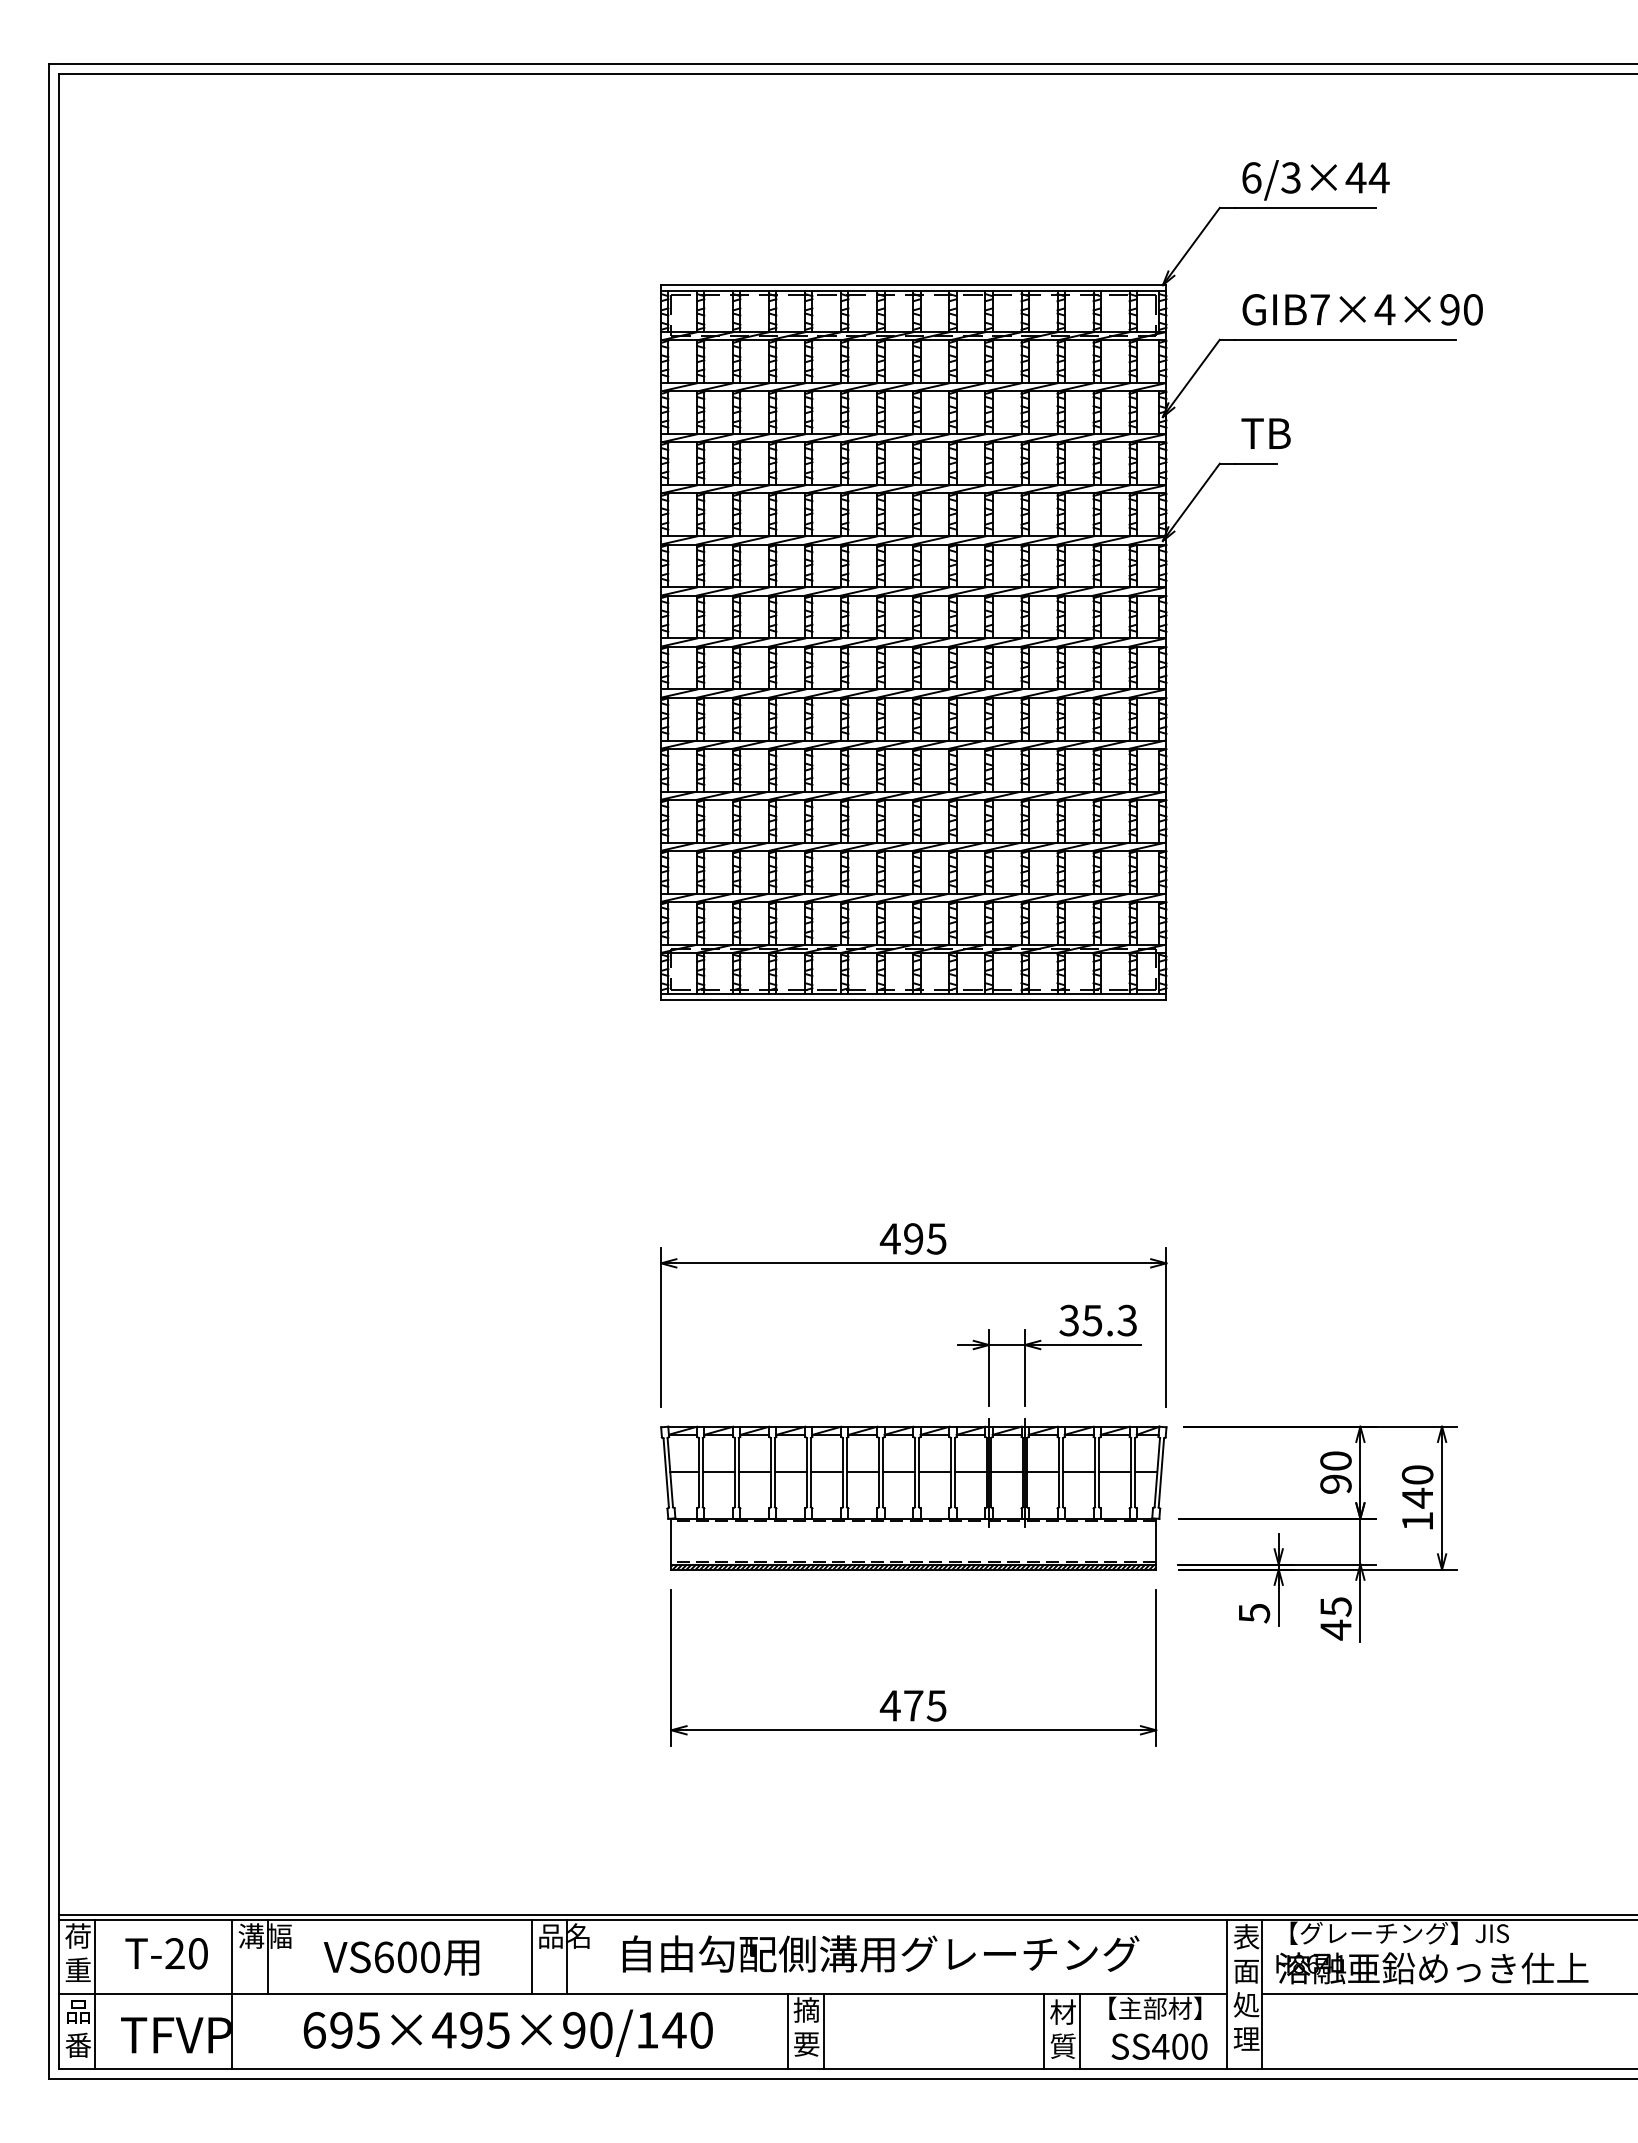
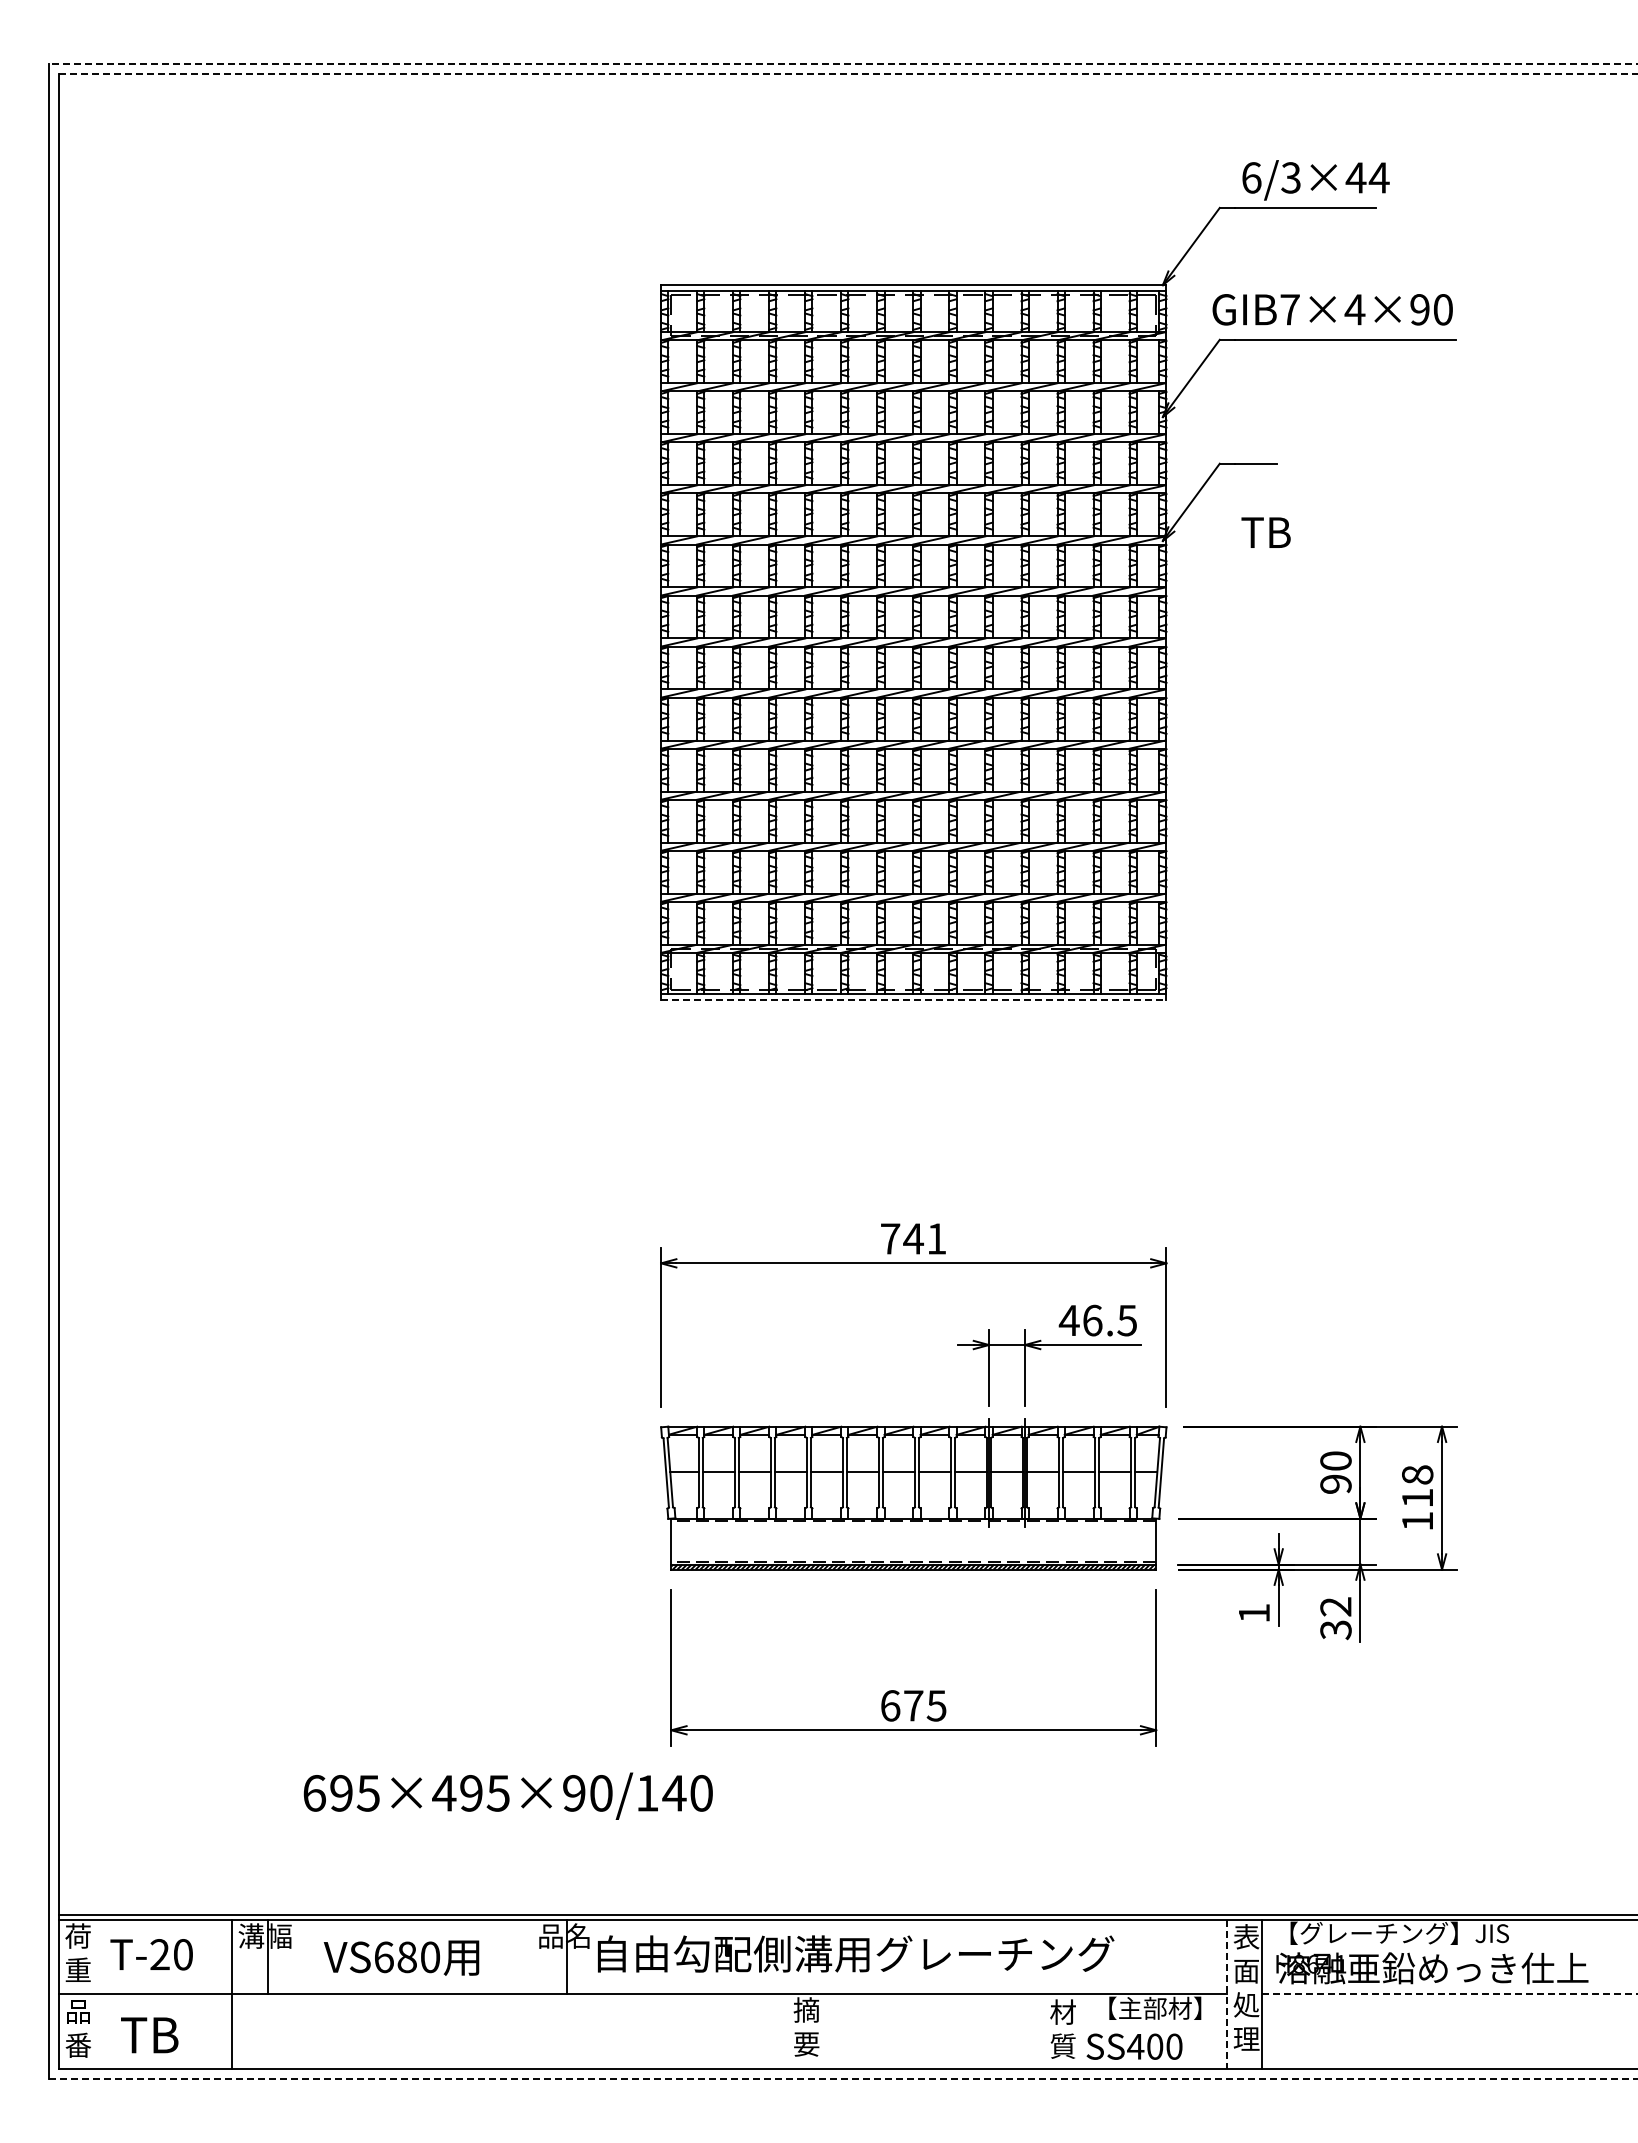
line at (843, 64): solid -> dashed
line at (848, 73): solid -> dashed
text at (1362, 309) position: (1362, 309) -> (1332, 309)
text at (1265, 433) position: (1265, 433) -> (1265, 532)
line at (913, 999): solid -> dashed
text at (912, 1238): 495 -> 741
text at (1097, 1320): 35.3 -> 46.5
text at (1417, 1486): 140 -> 118
text at (1254, 1613): 5 -> 1
text at (1335, 1618): 45 -> 32
text at (889, 1705): 475 -> 675
text at (166, 1953) position: (166, 1953) -> (151, 1954)
text at (881, 1953) position: (881, 1953) -> (856, 1953)
text at (406, 1956): VS600 -> VS680
line at (531, 1957): present -> none
line at (95, 1994): present -> none
line at (1226, 1994): solid -> dashed
line at (1450, 1994): solid -> dashed
line at (788, 2031): present -> none
line at (823, 2031): present -> none
line at (1044, 2031): present -> none
line at (1080, 2031): present -> none
text at (507, 2032) position: (507, 2032) -> (507, 1795)
text at (194, 2035): TFVP -> TB
text at (1159, 2046) position: (1159, 2046) -> (1134, 2046)
line at (844, 2078): solid -> dashed
